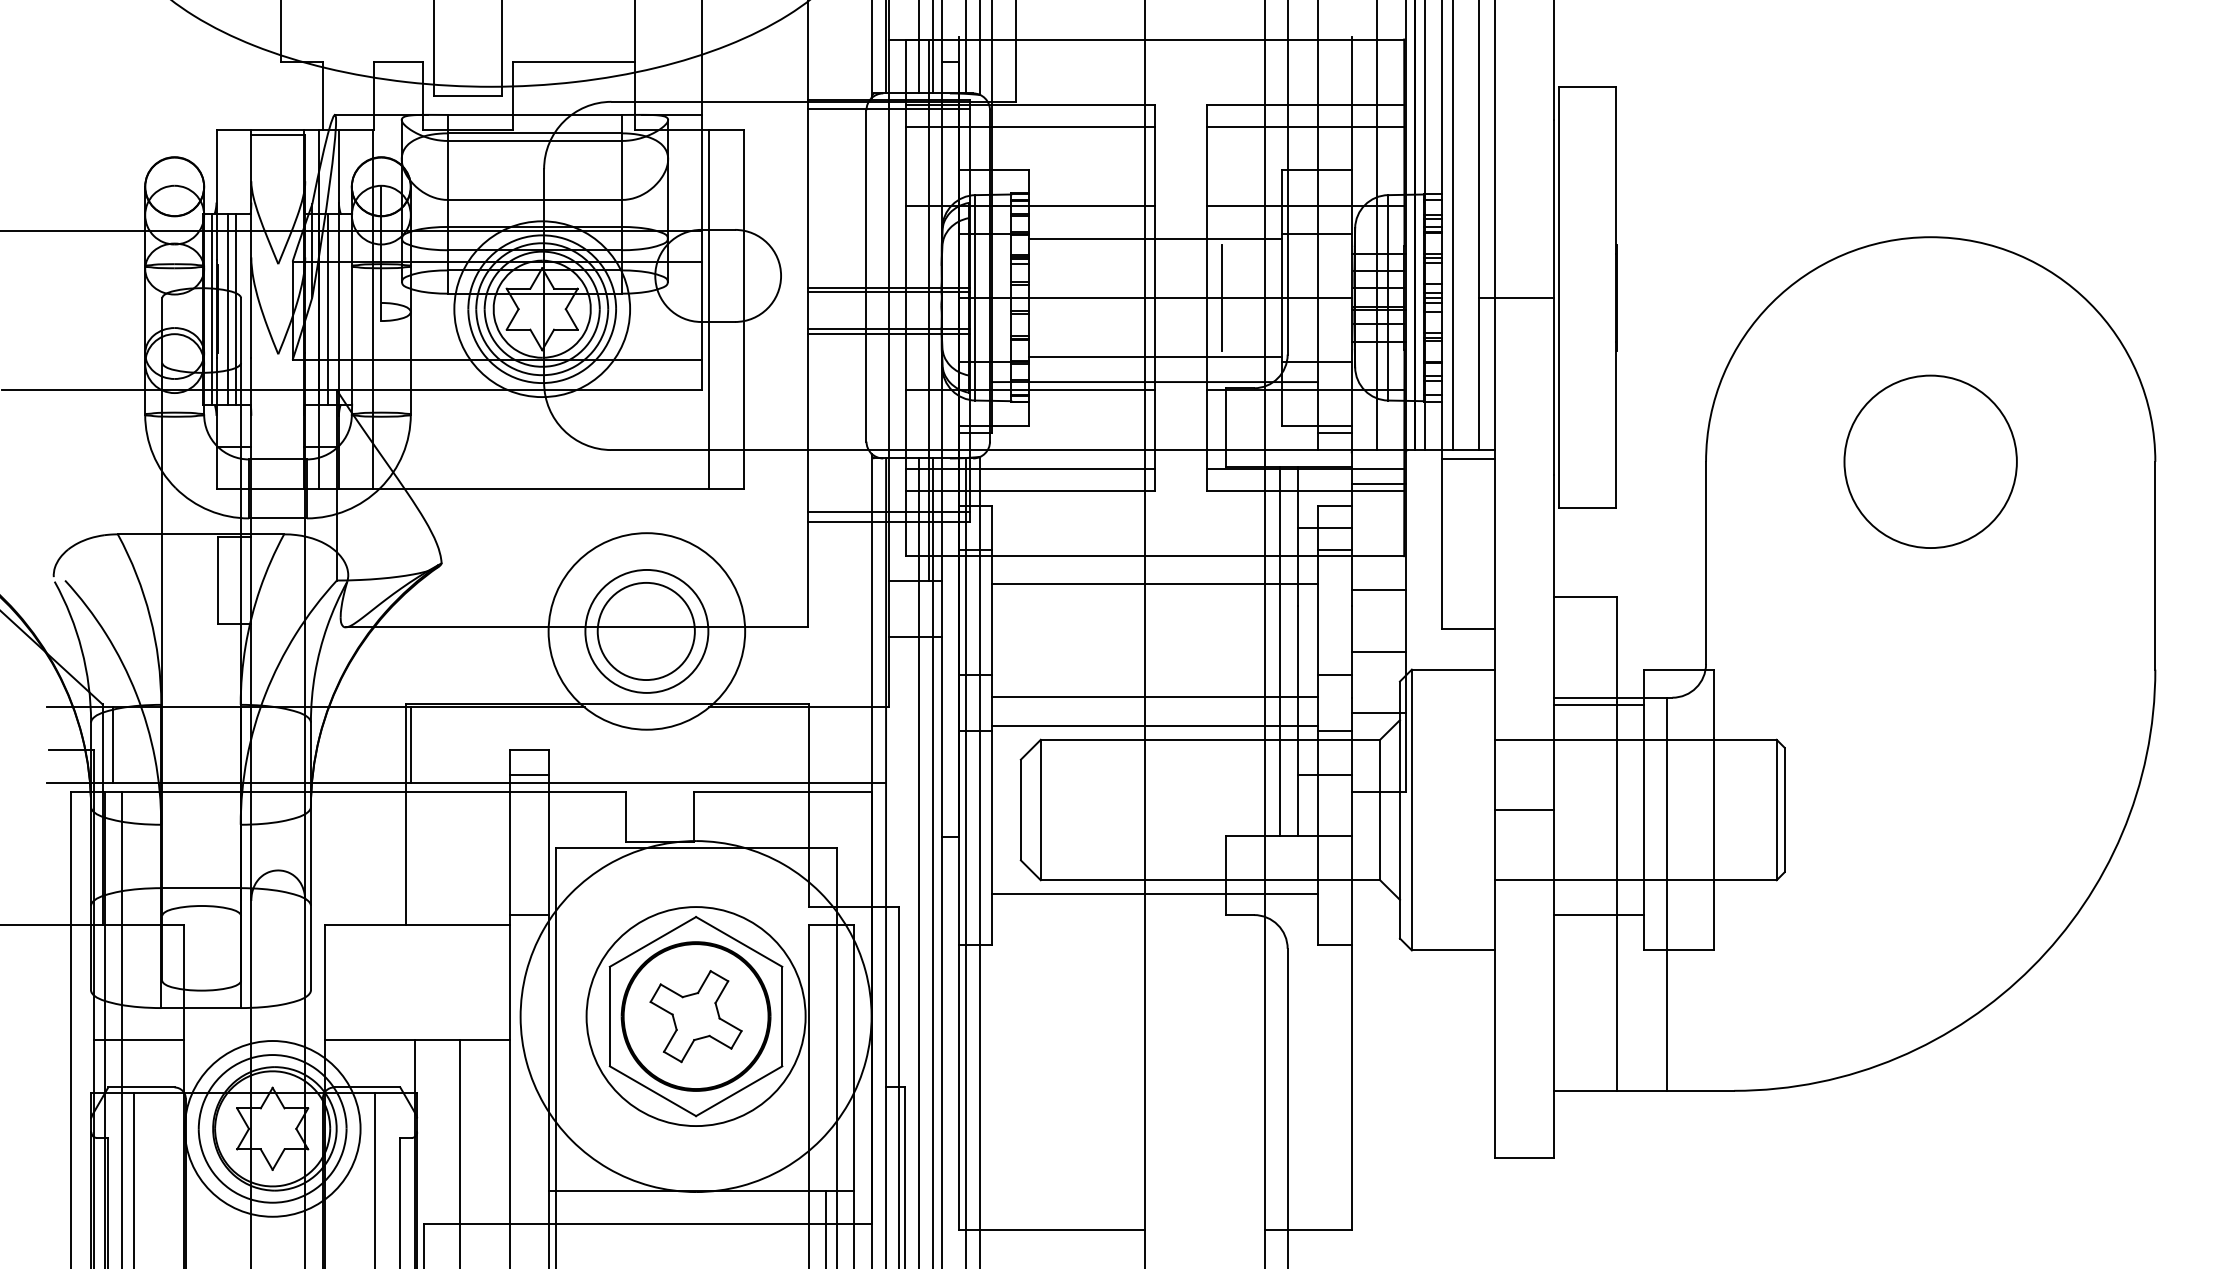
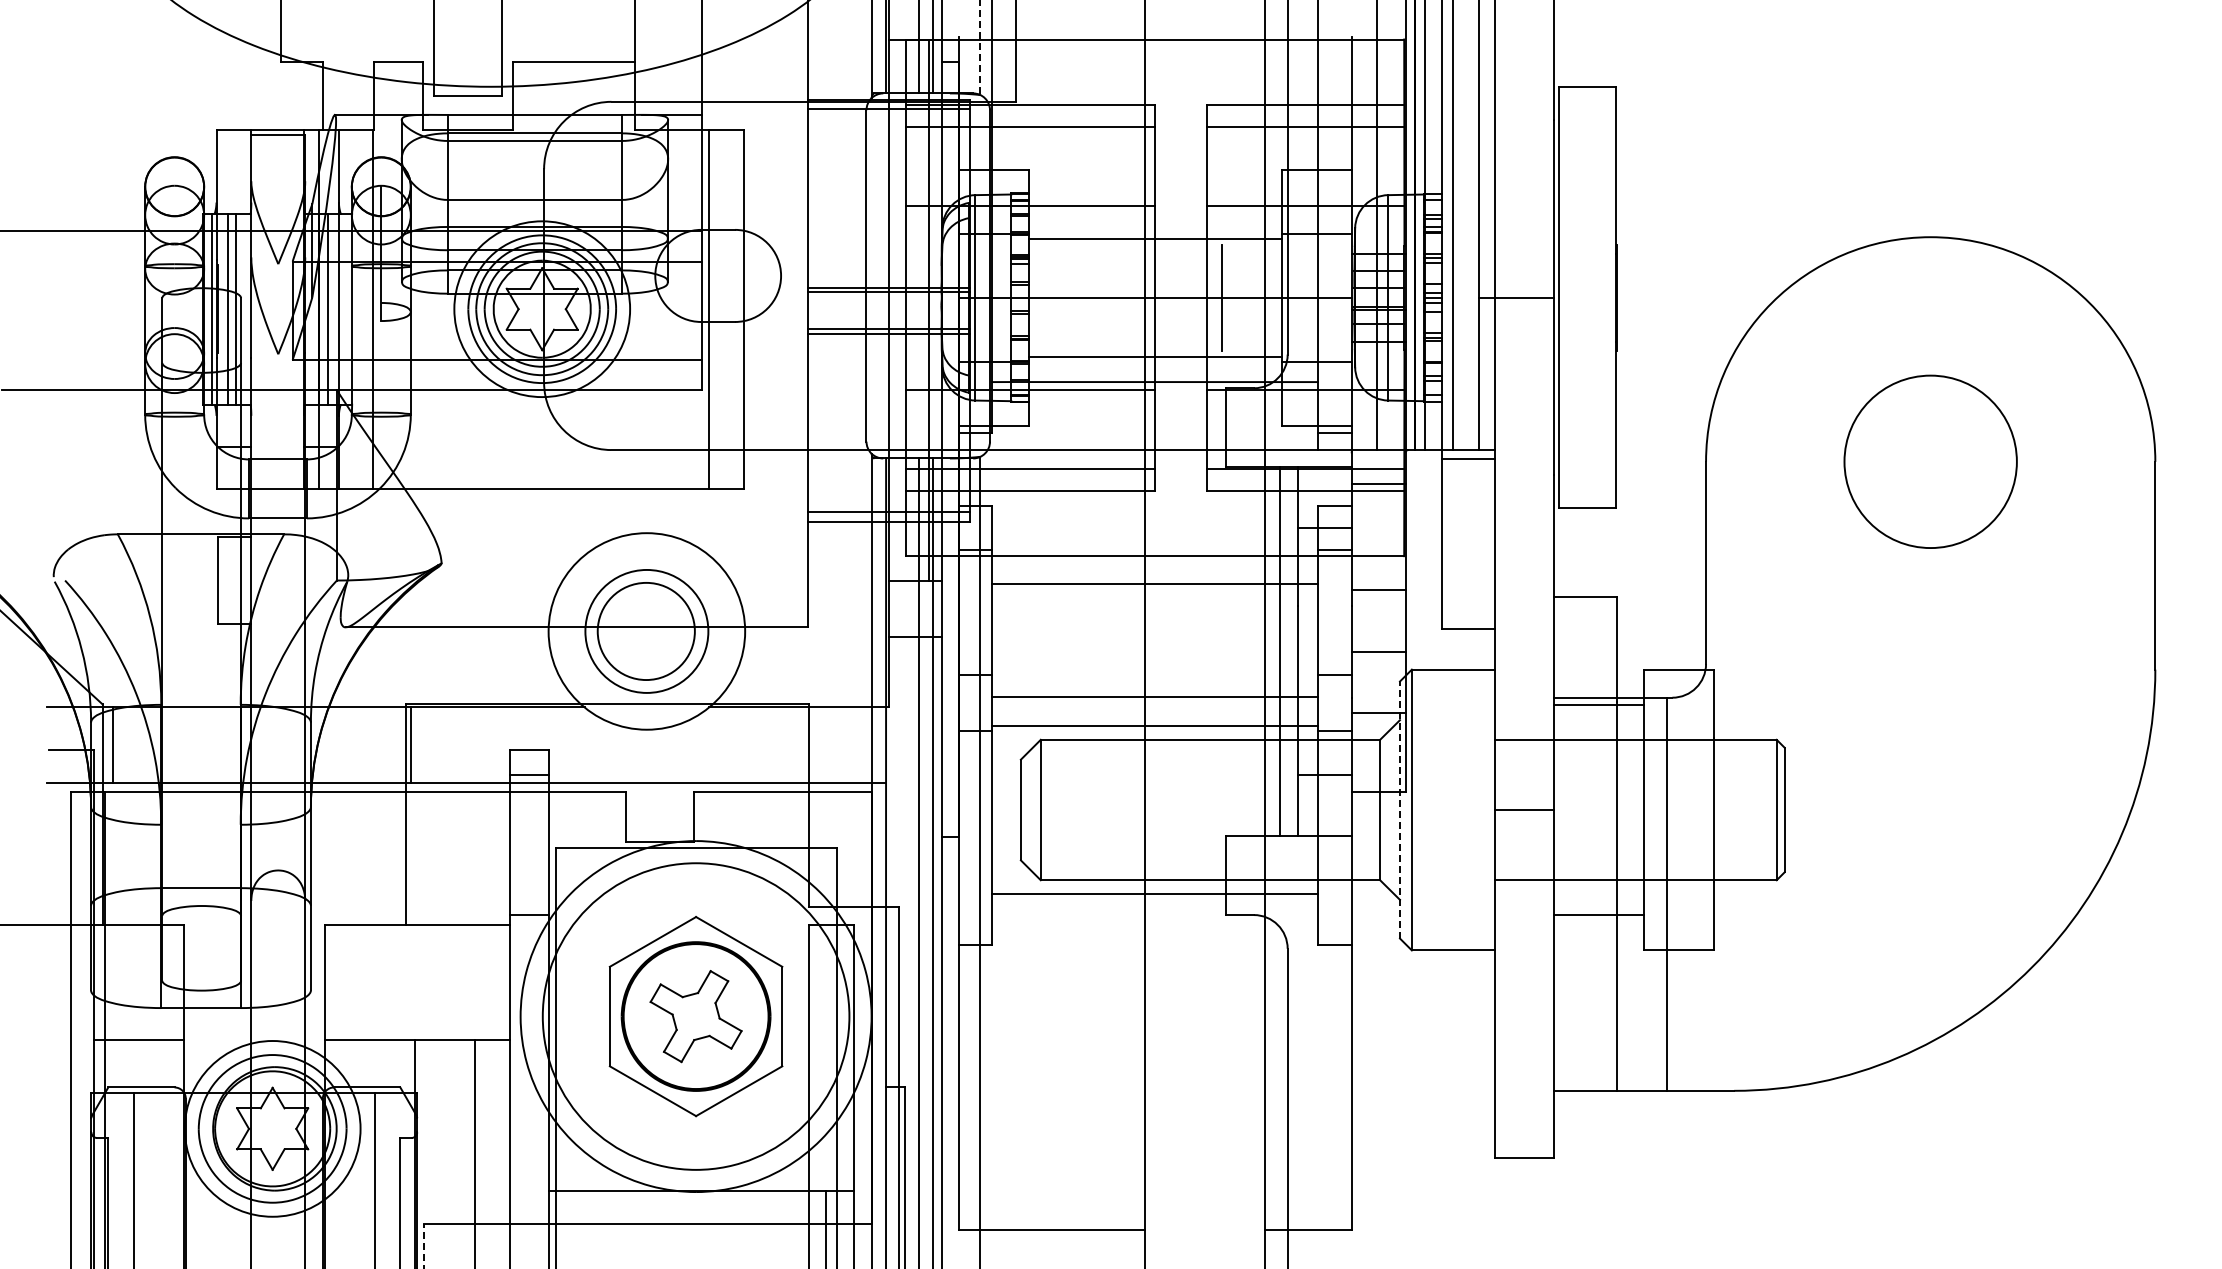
line at (965, 47): present -> none
line at (980, 48): solid -> dashed
line at (1399, 809): solid -> dashed
line at (965, 861): present -> none
circle at (695, 1016) diameter: 219 px -> 307 px
line at (122, 1028): present -> none
line at (459, 1152) position: (459, 1152) -> (474, 1152)
line at (424, 1246): solid -> dashed
